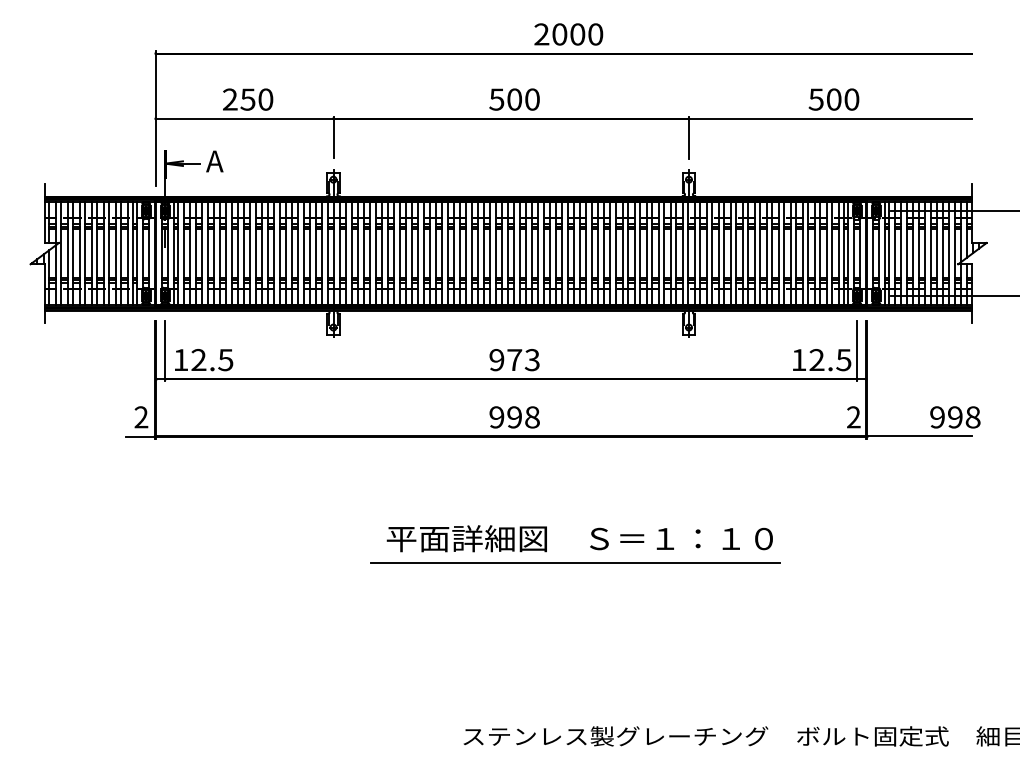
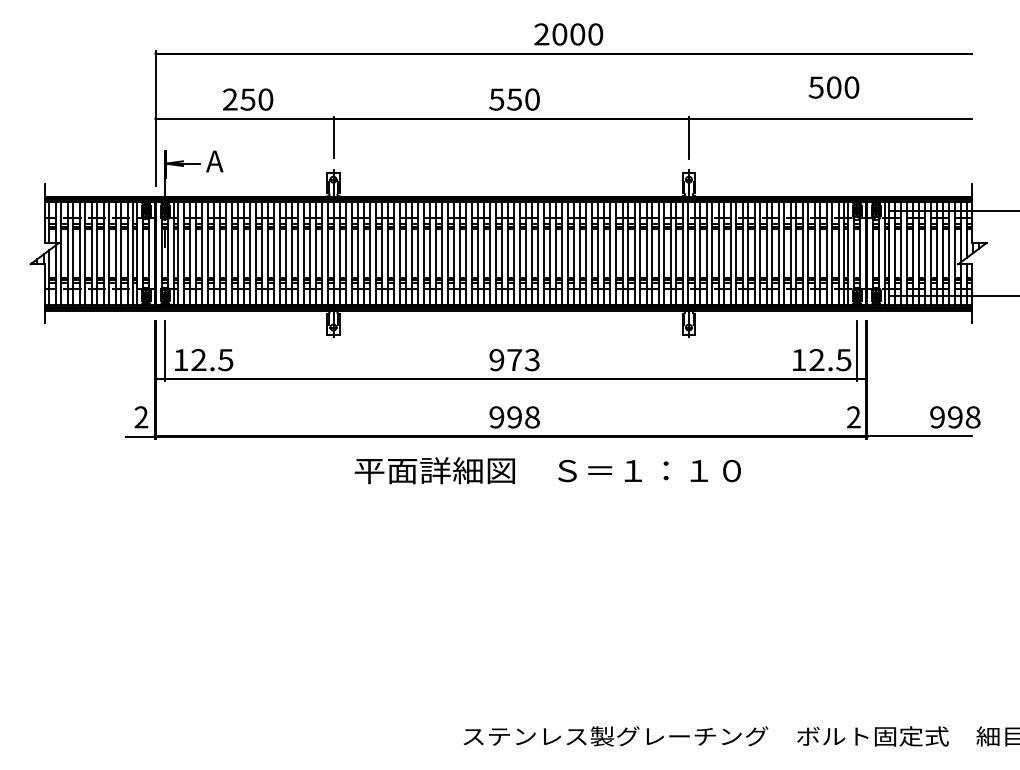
text at (514, 99): 500 -> 550
text at (833, 99) position: (833, 99) -> (833, 87)
text at (579, 538) position: (579, 538) -> (547, 470)
line at (574, 562): present -> none
